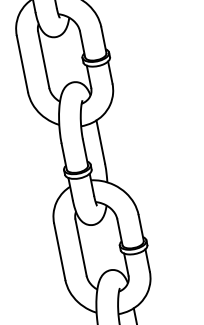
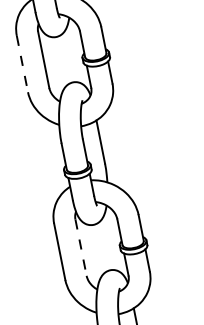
line at (22, 64): solid -> dashed
line at (81, 247): solid -> dashed
